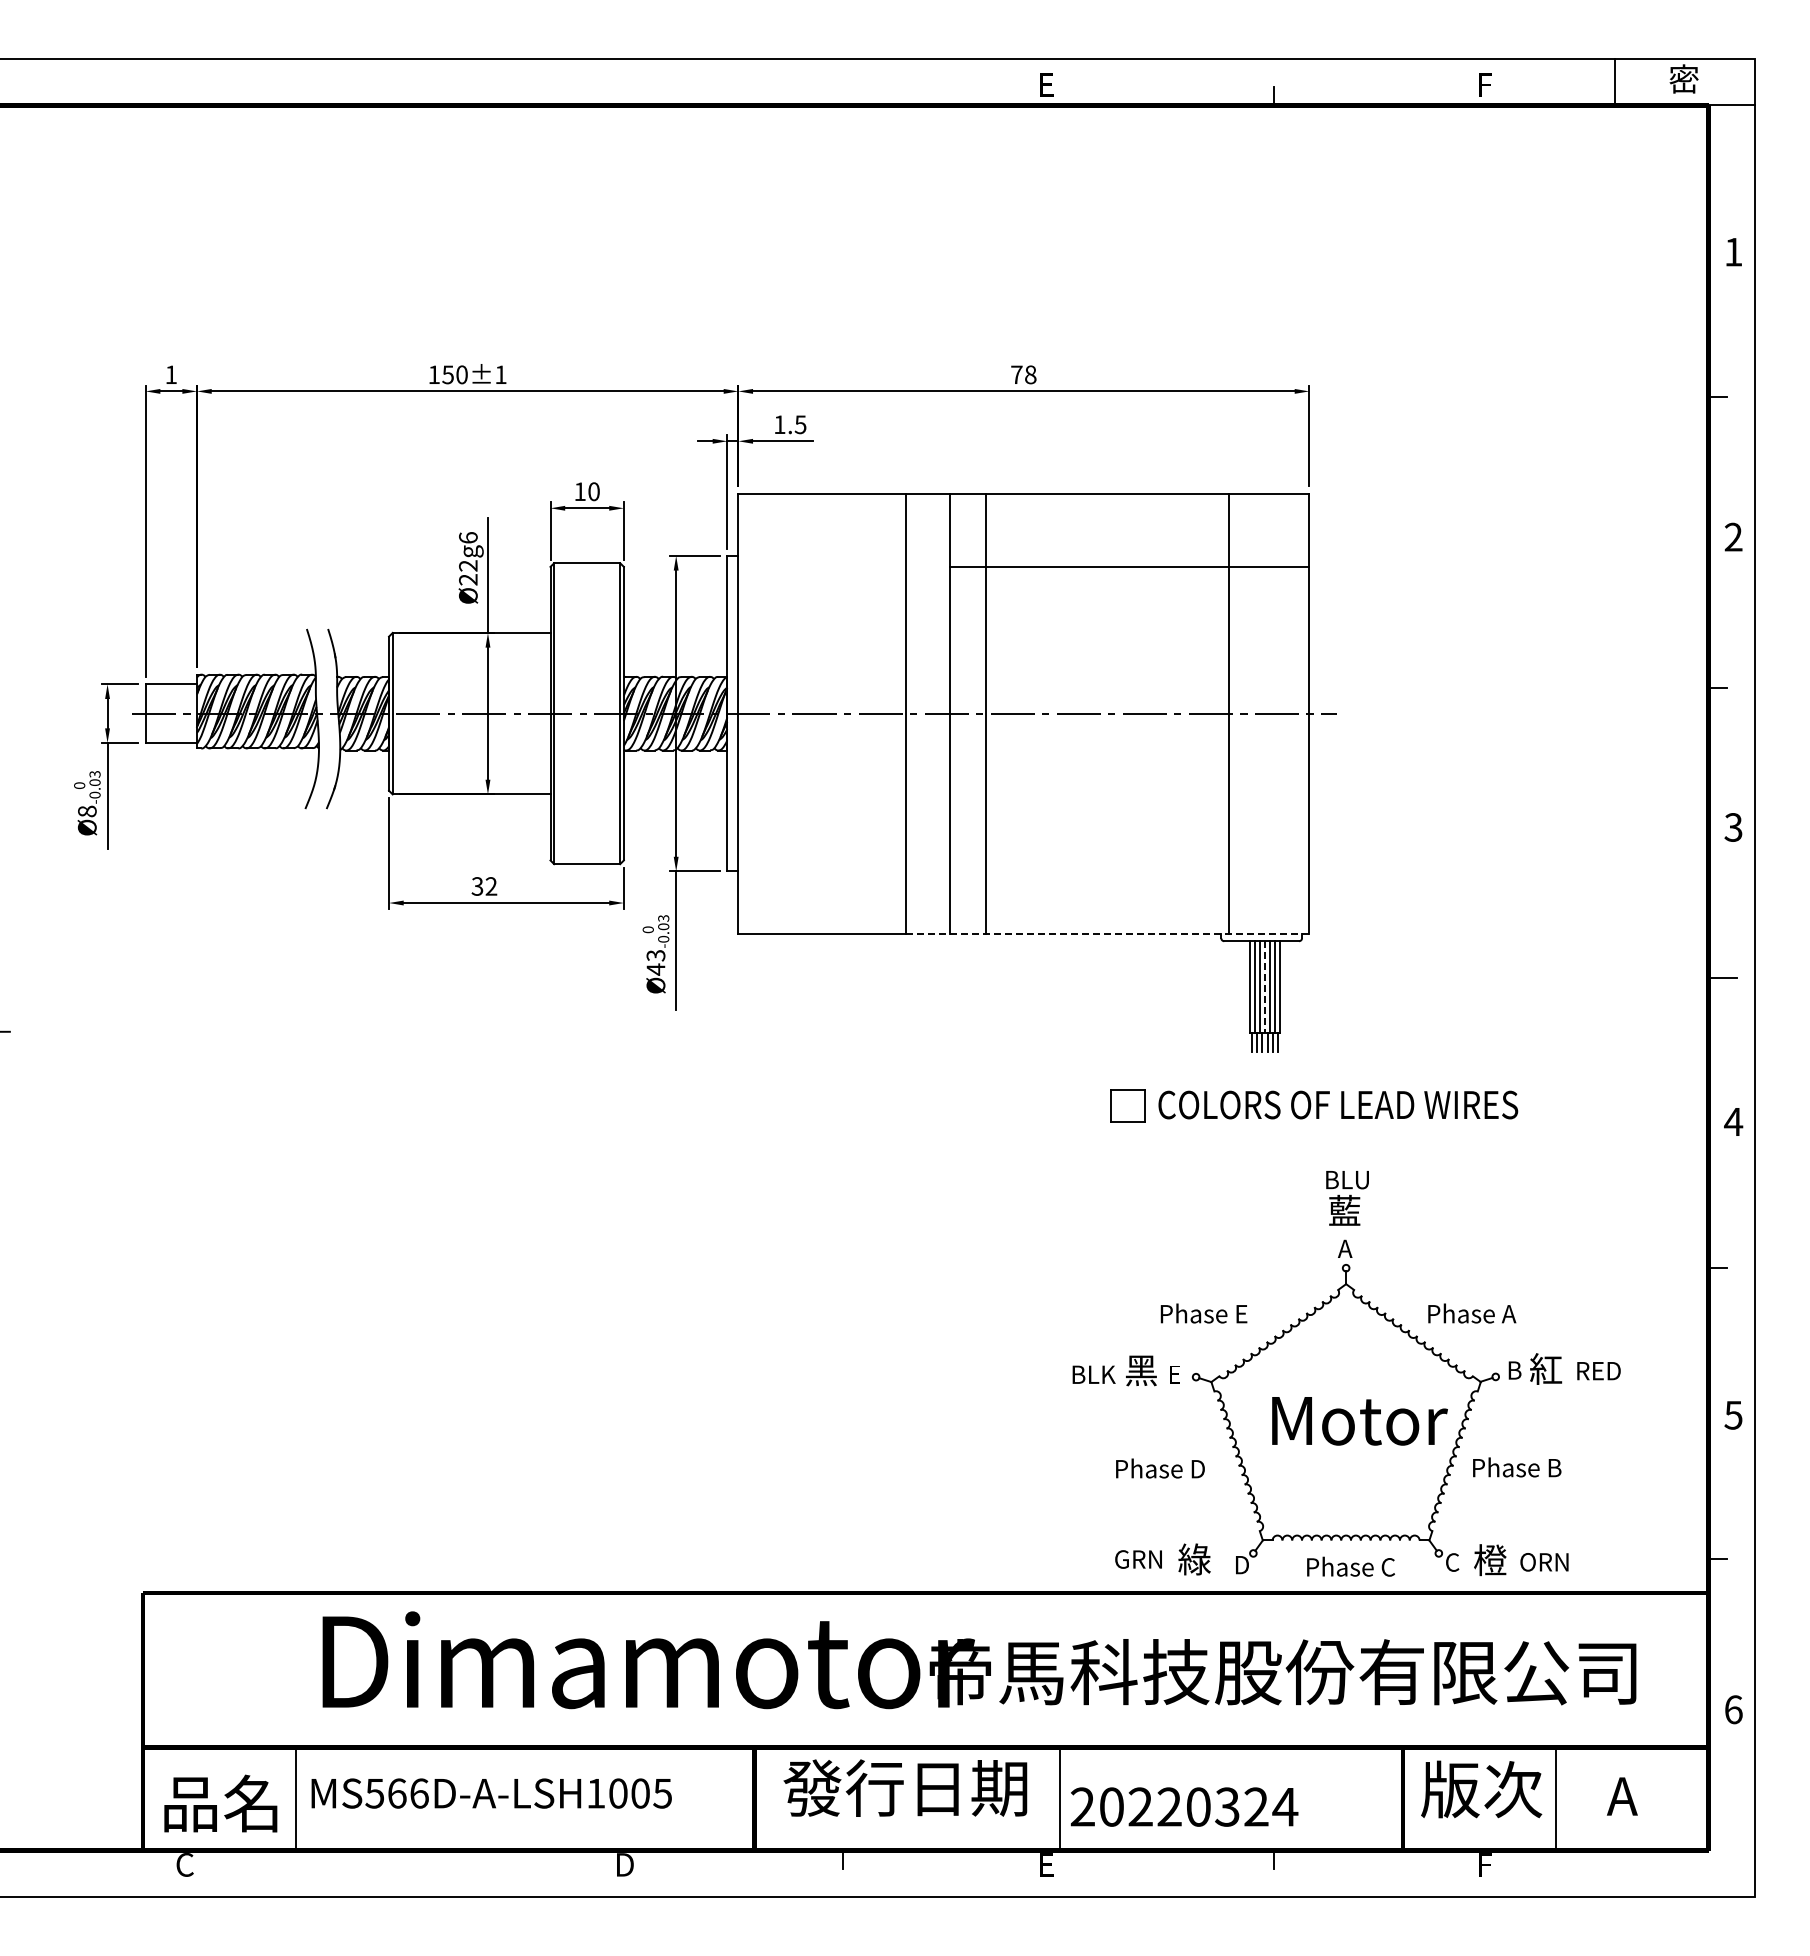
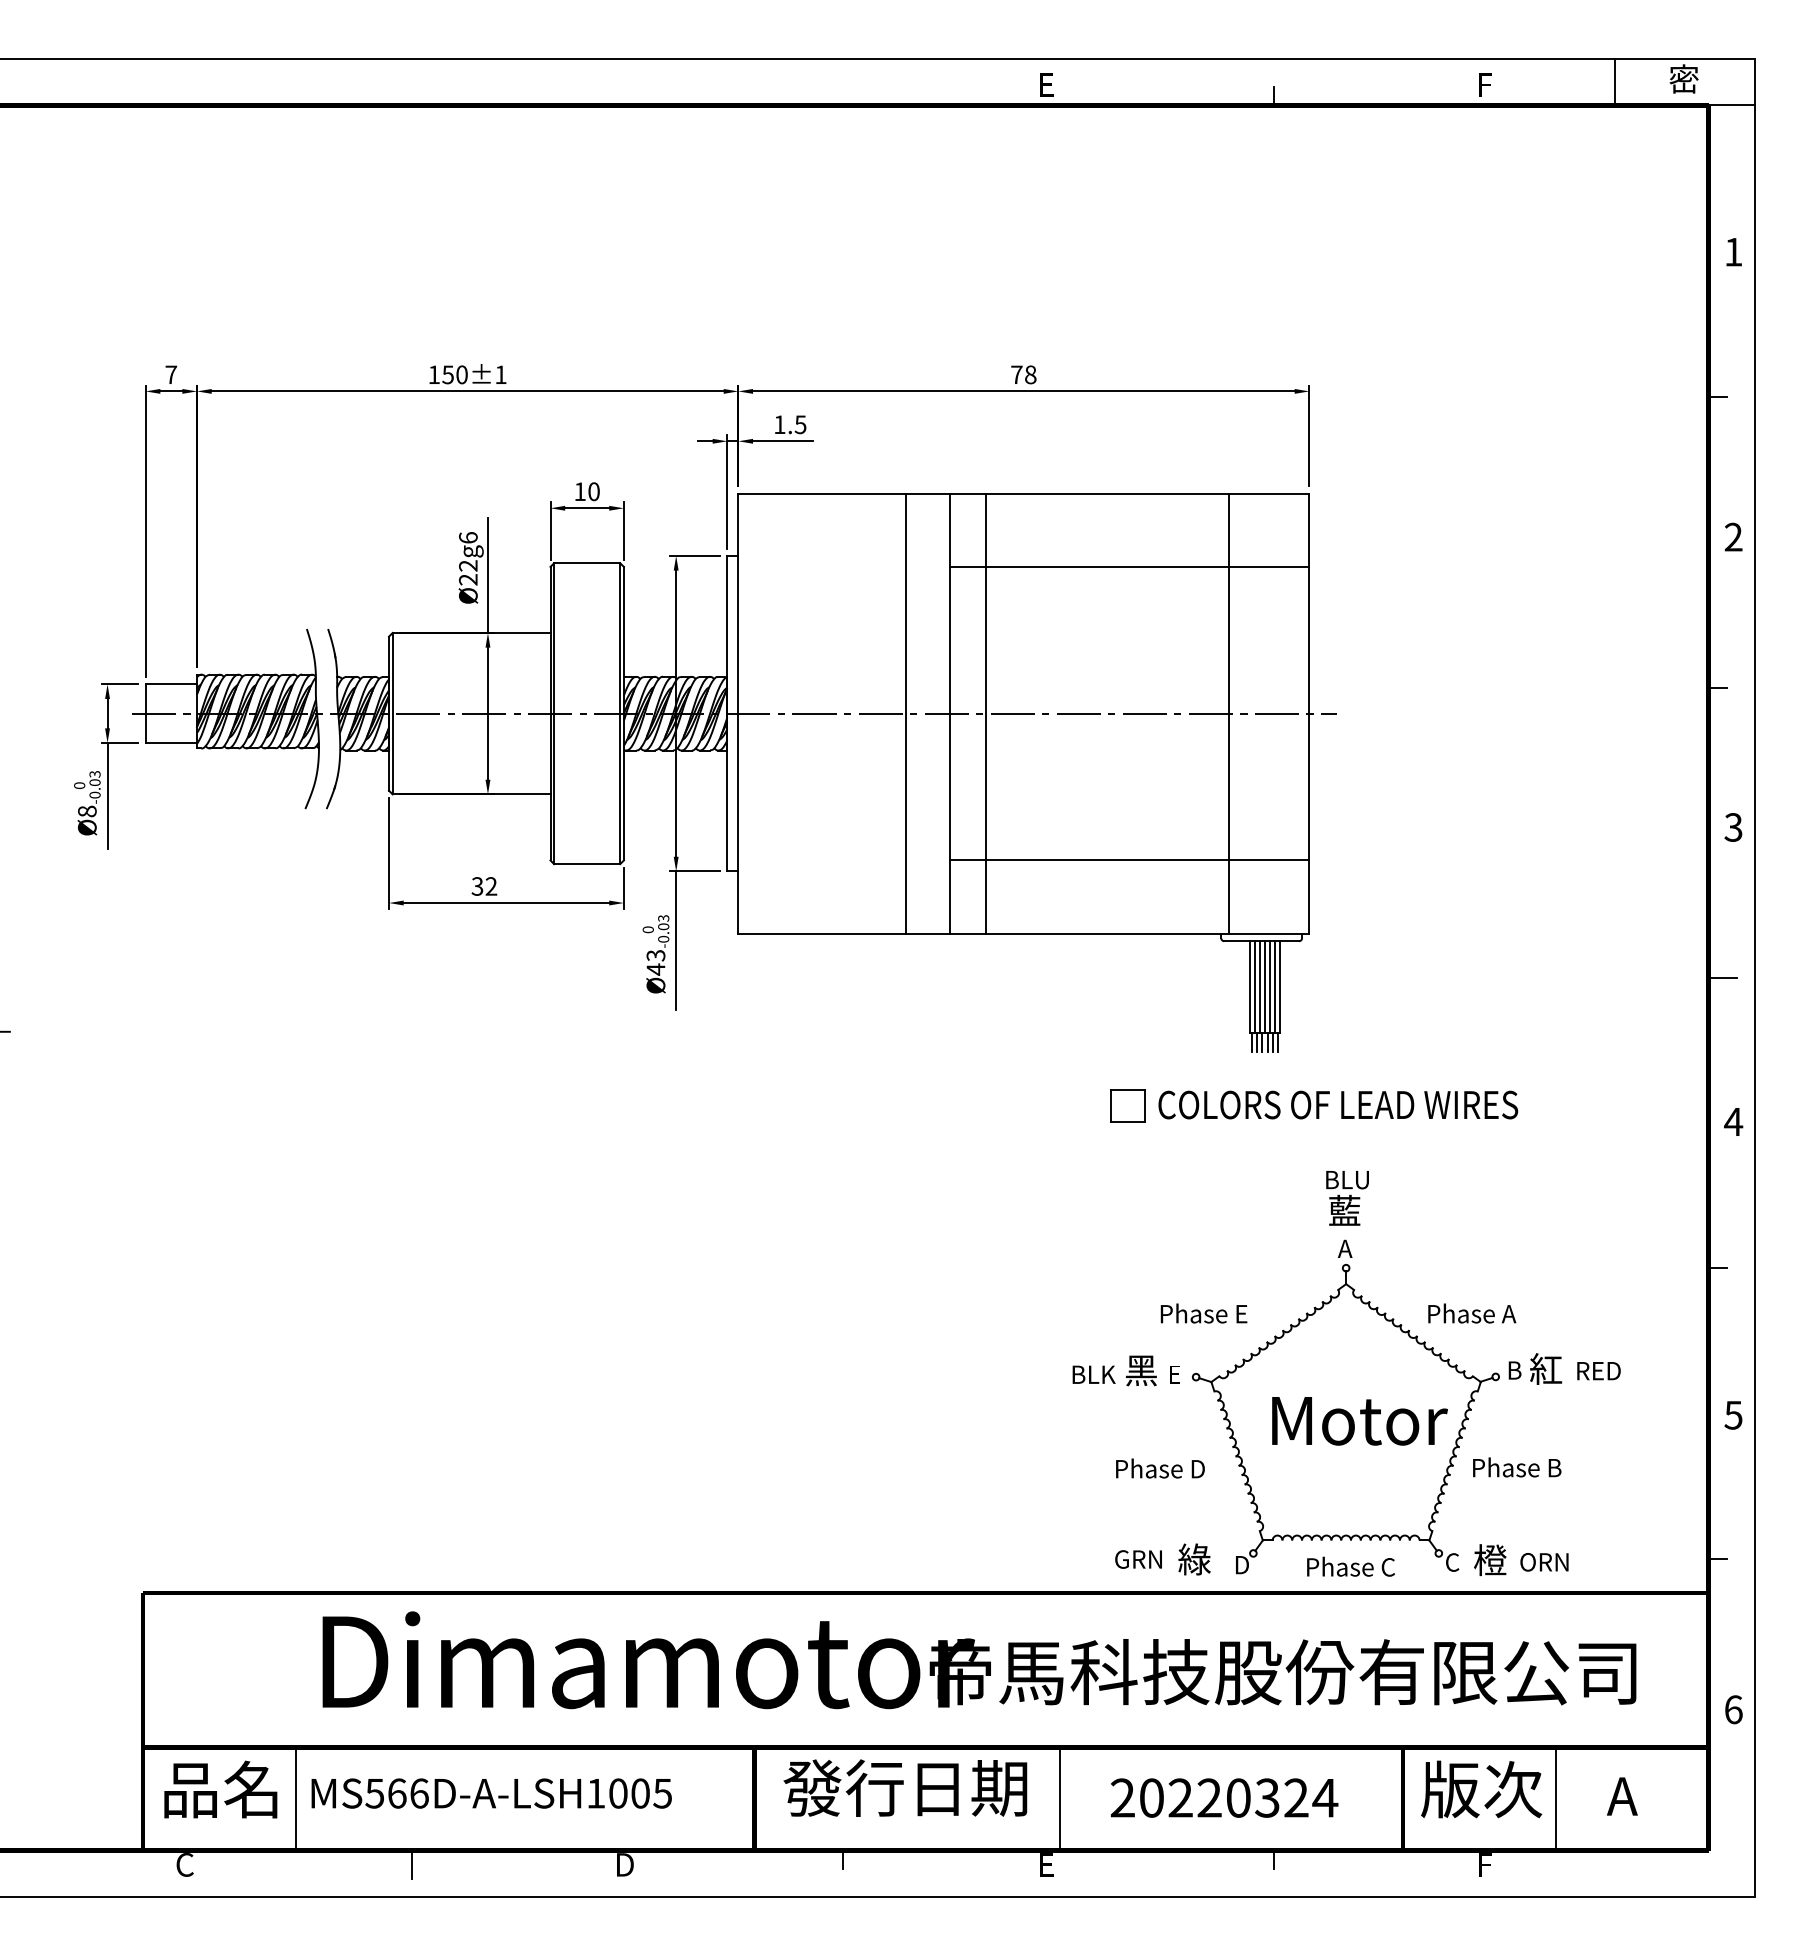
text at (171, 374): 1 -> 7
line at (1129, 860): none -> present
line at (1107, 933): dashed -> solid
line at (1264, 987): dashed -> solid
text at (220, 1803) position: (220, 1803) -> (220, 1789)
text at (1184, 1806) position: (1184, 1806) -> (1224, 1797)
line at (412, 1864): none -> present
